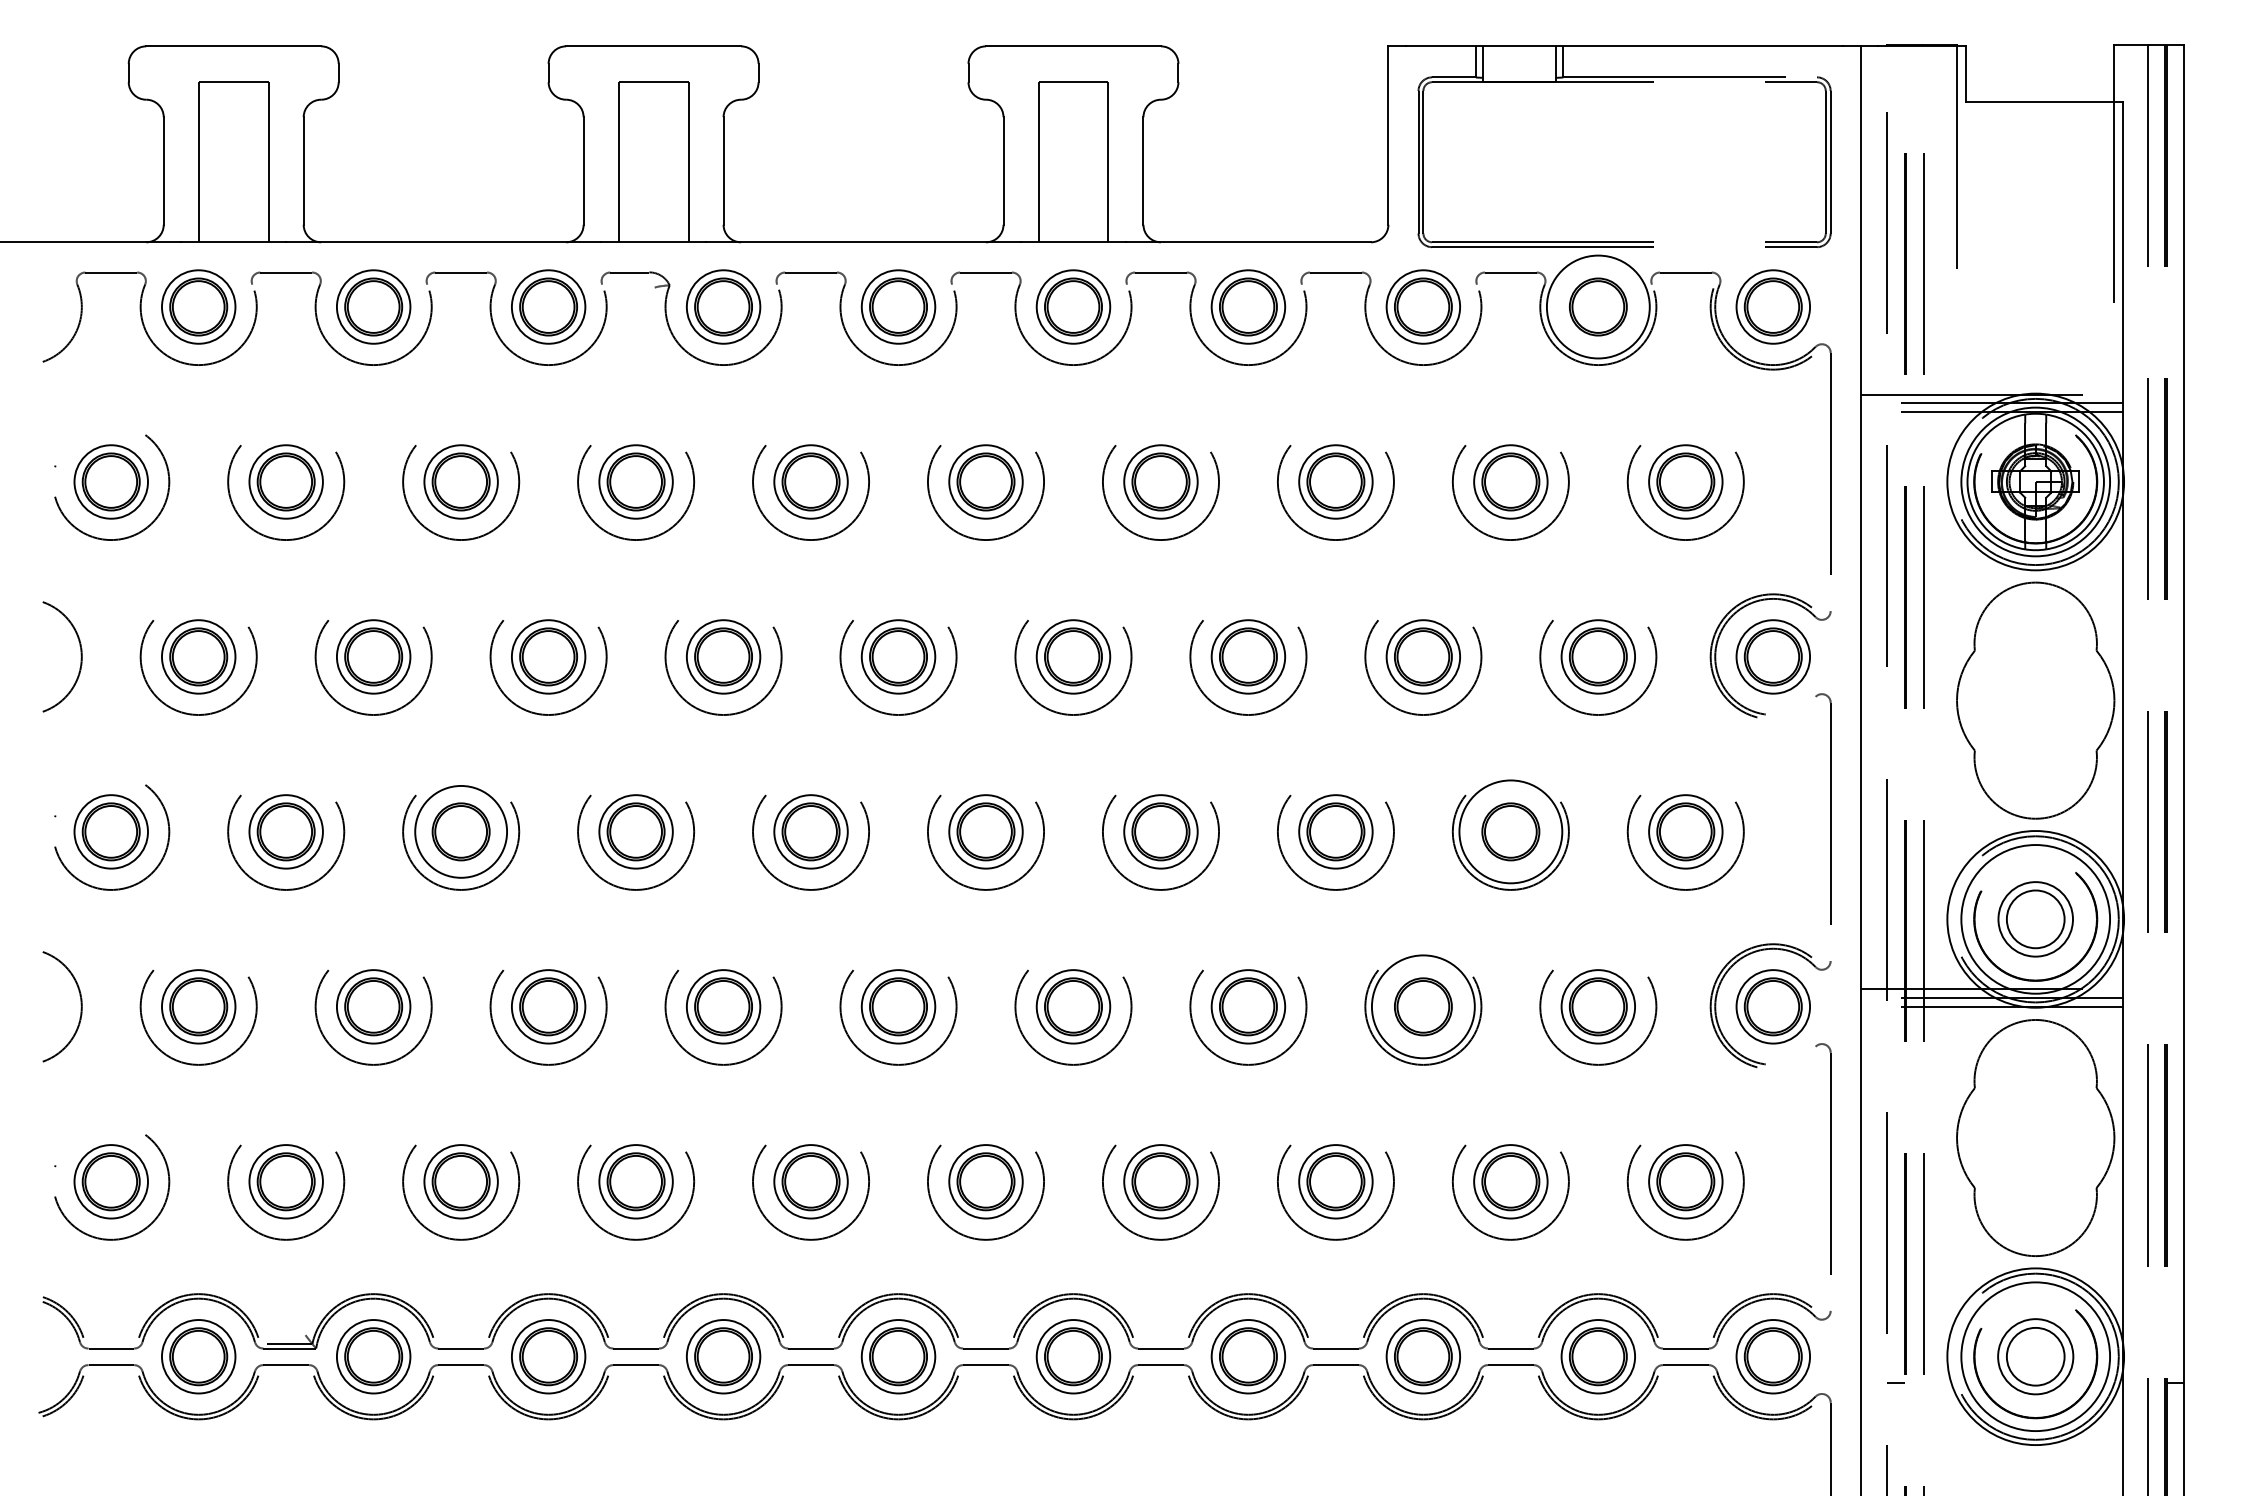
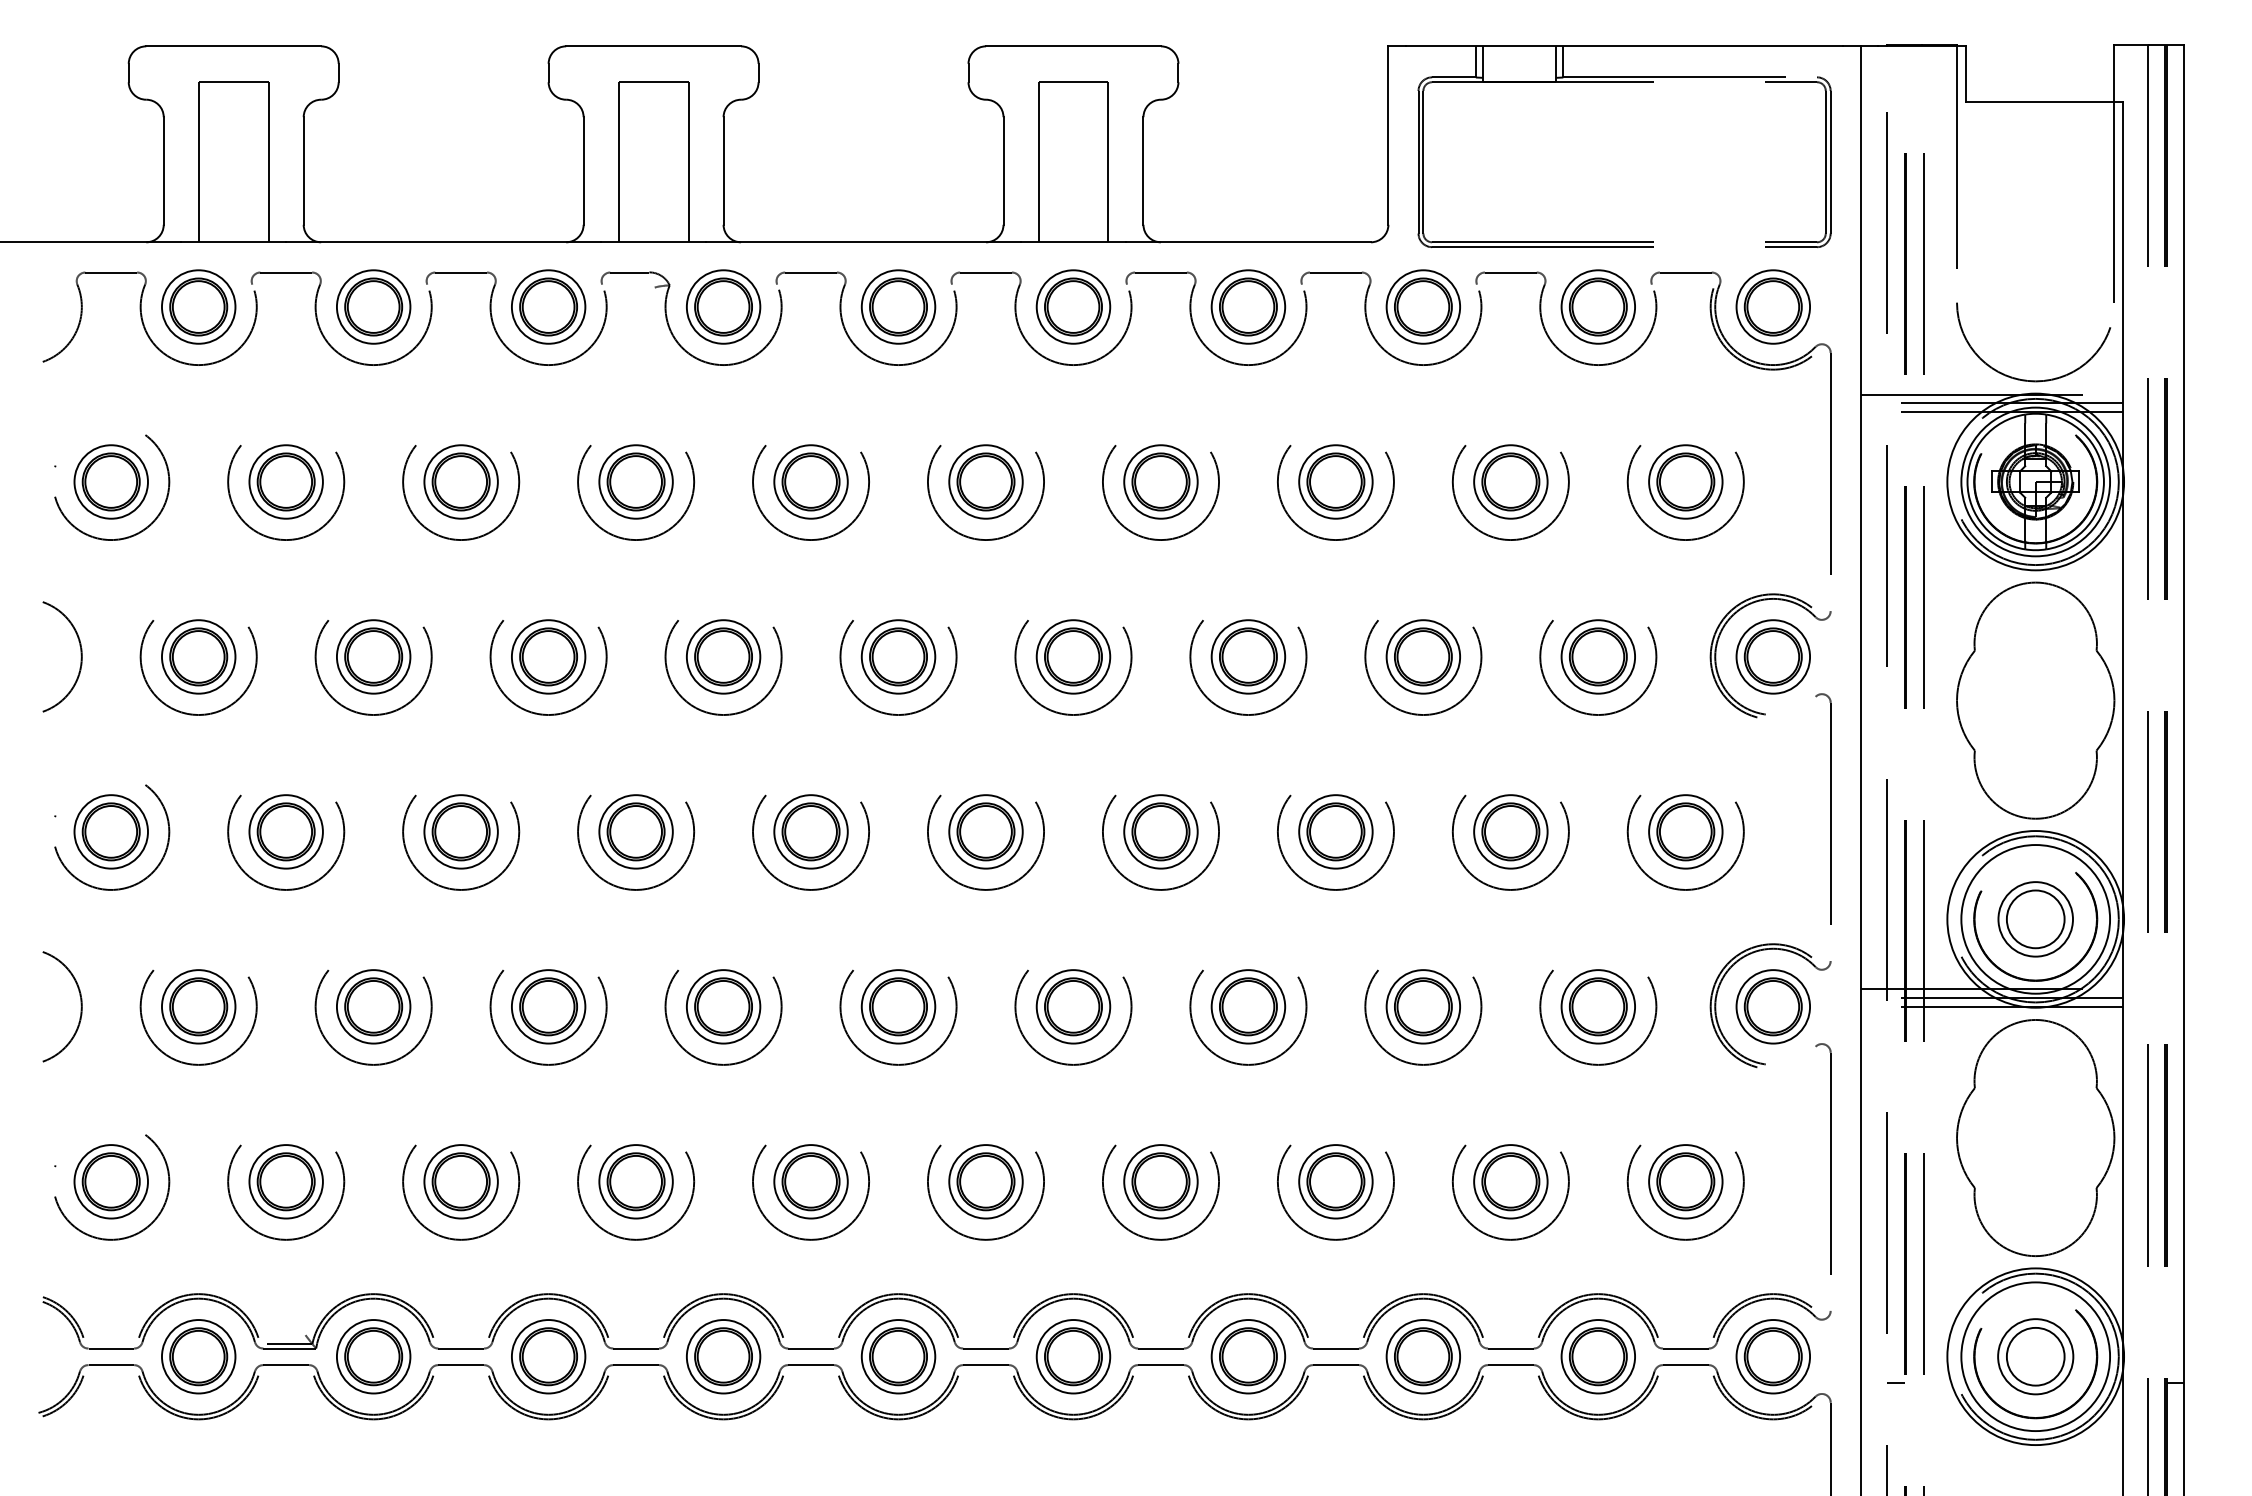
circle at (1597, 306) diameter: 103 px -> 73 px
arc at (2026, 379): none -> present
circle at (461, 831) diameter: 92 px -> 73 px
circle at (1510, 831) diameter: 103 px -> 73 px
circle at (1422, 1006) diameter: 103 px -> 73 px
